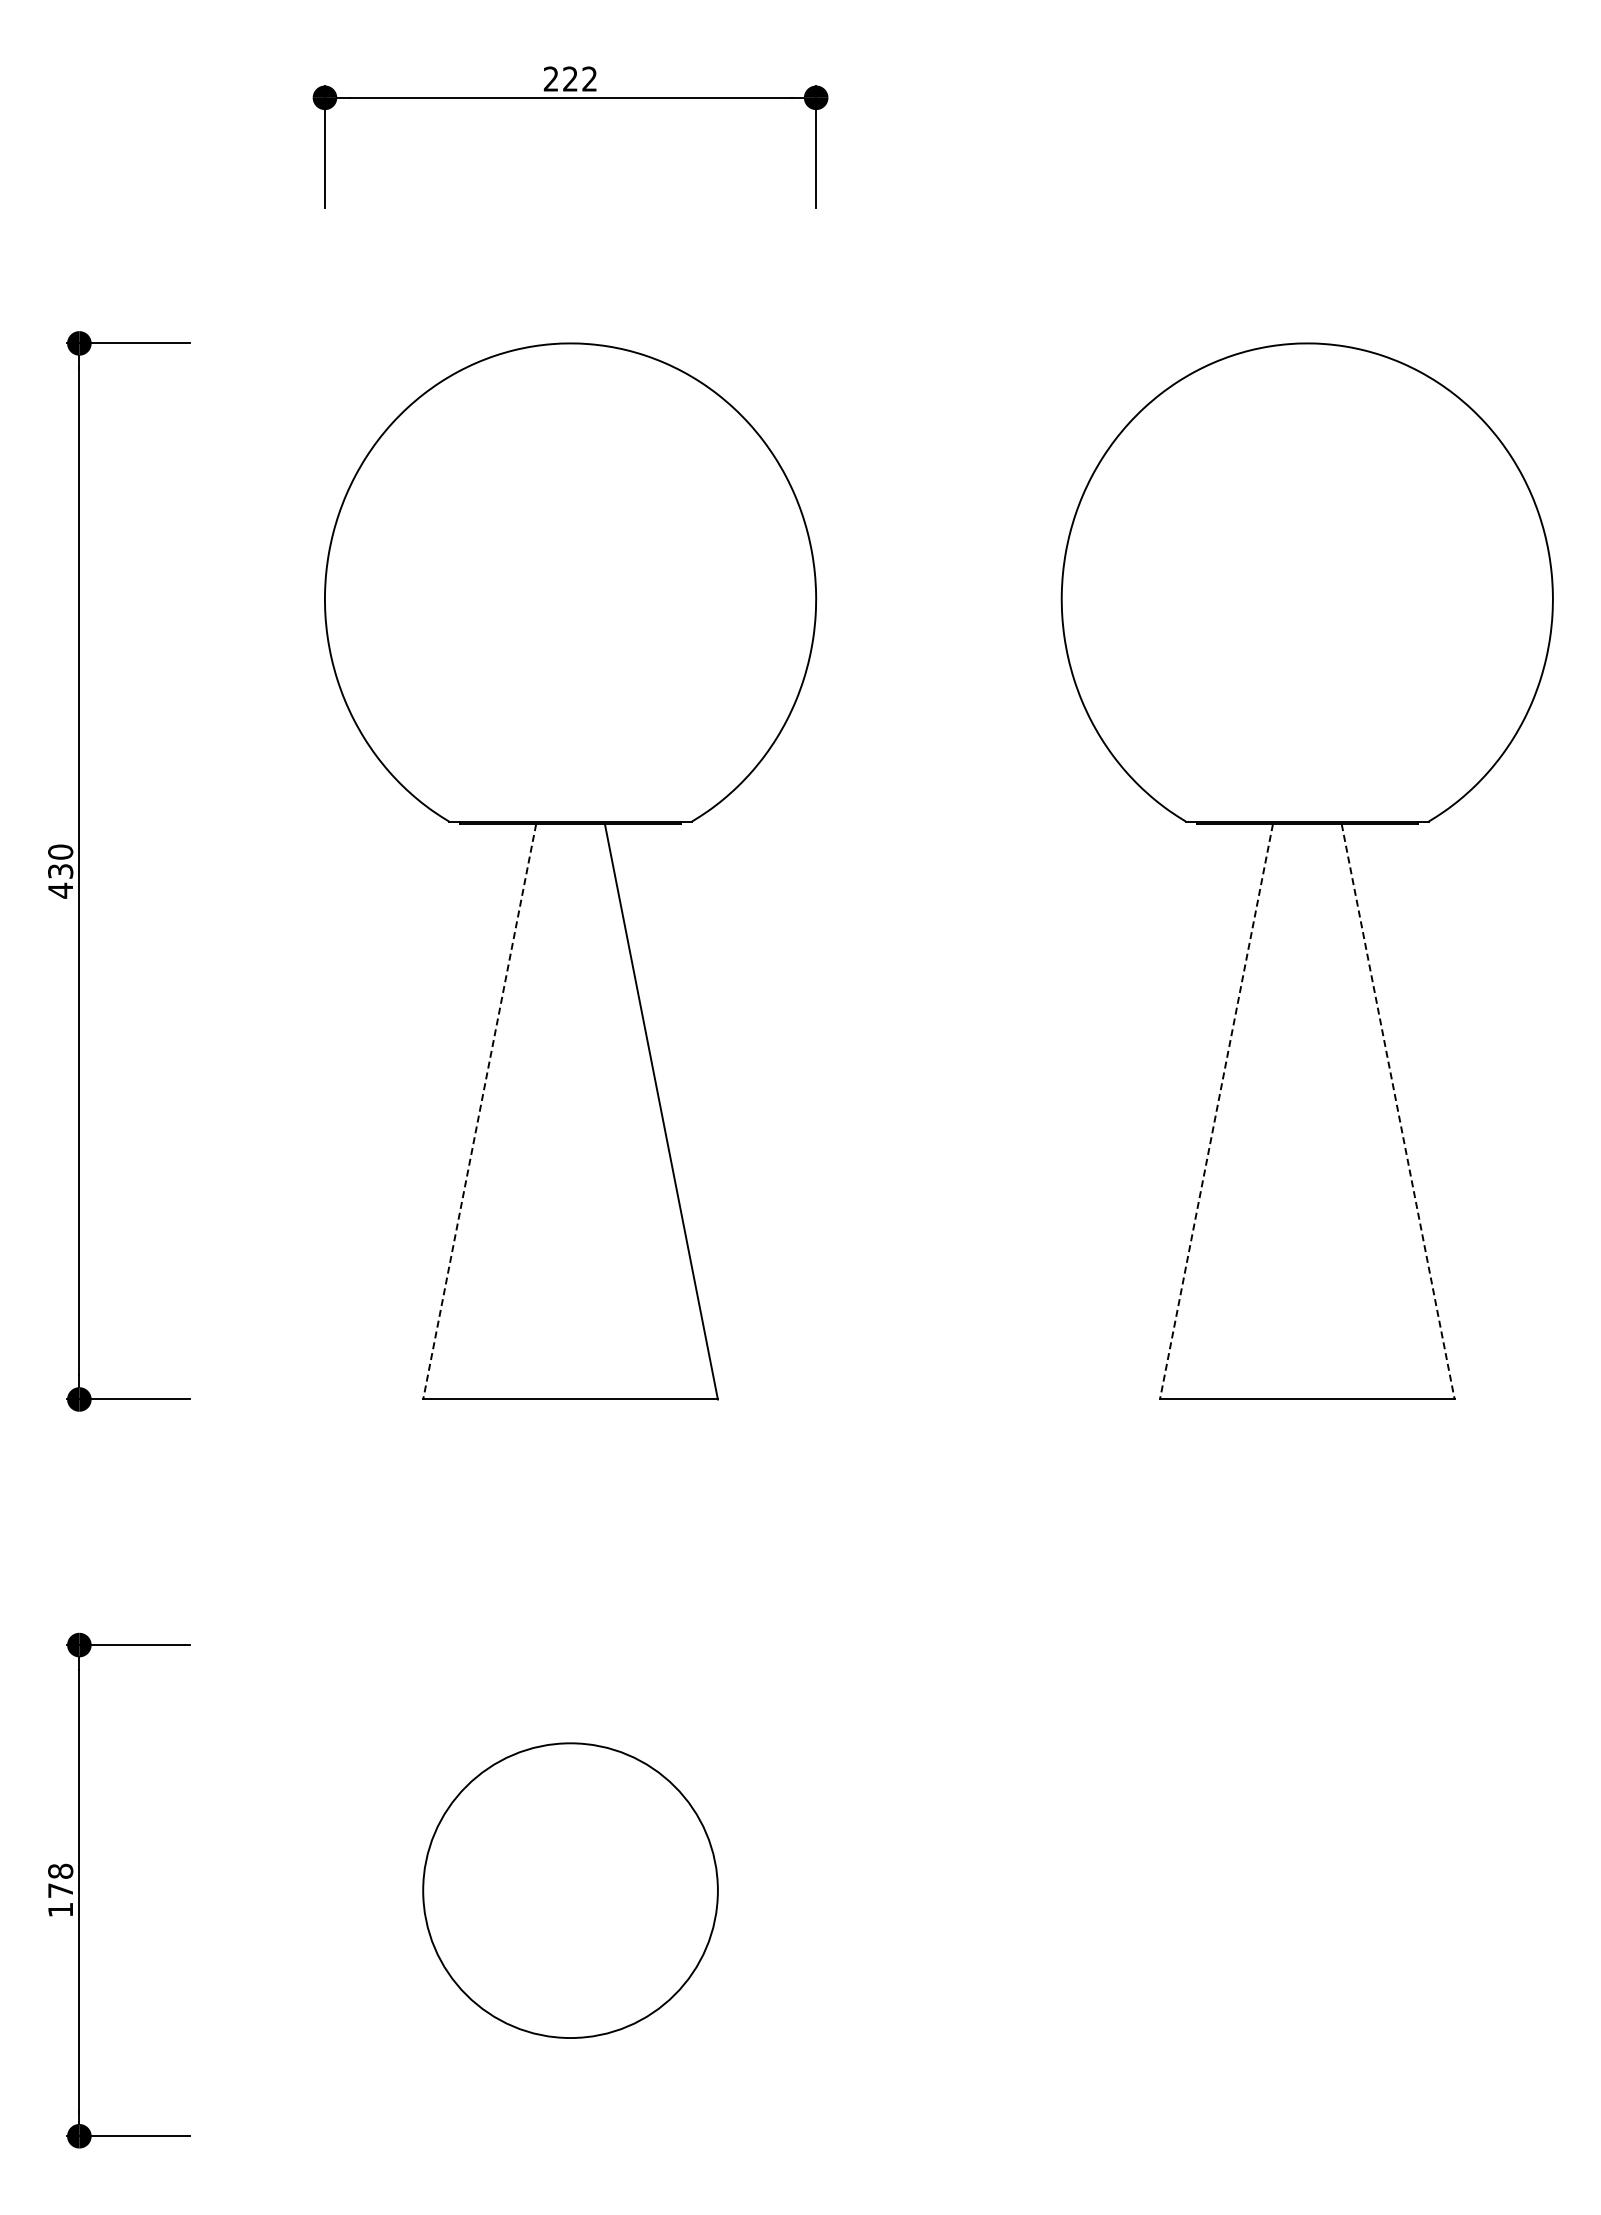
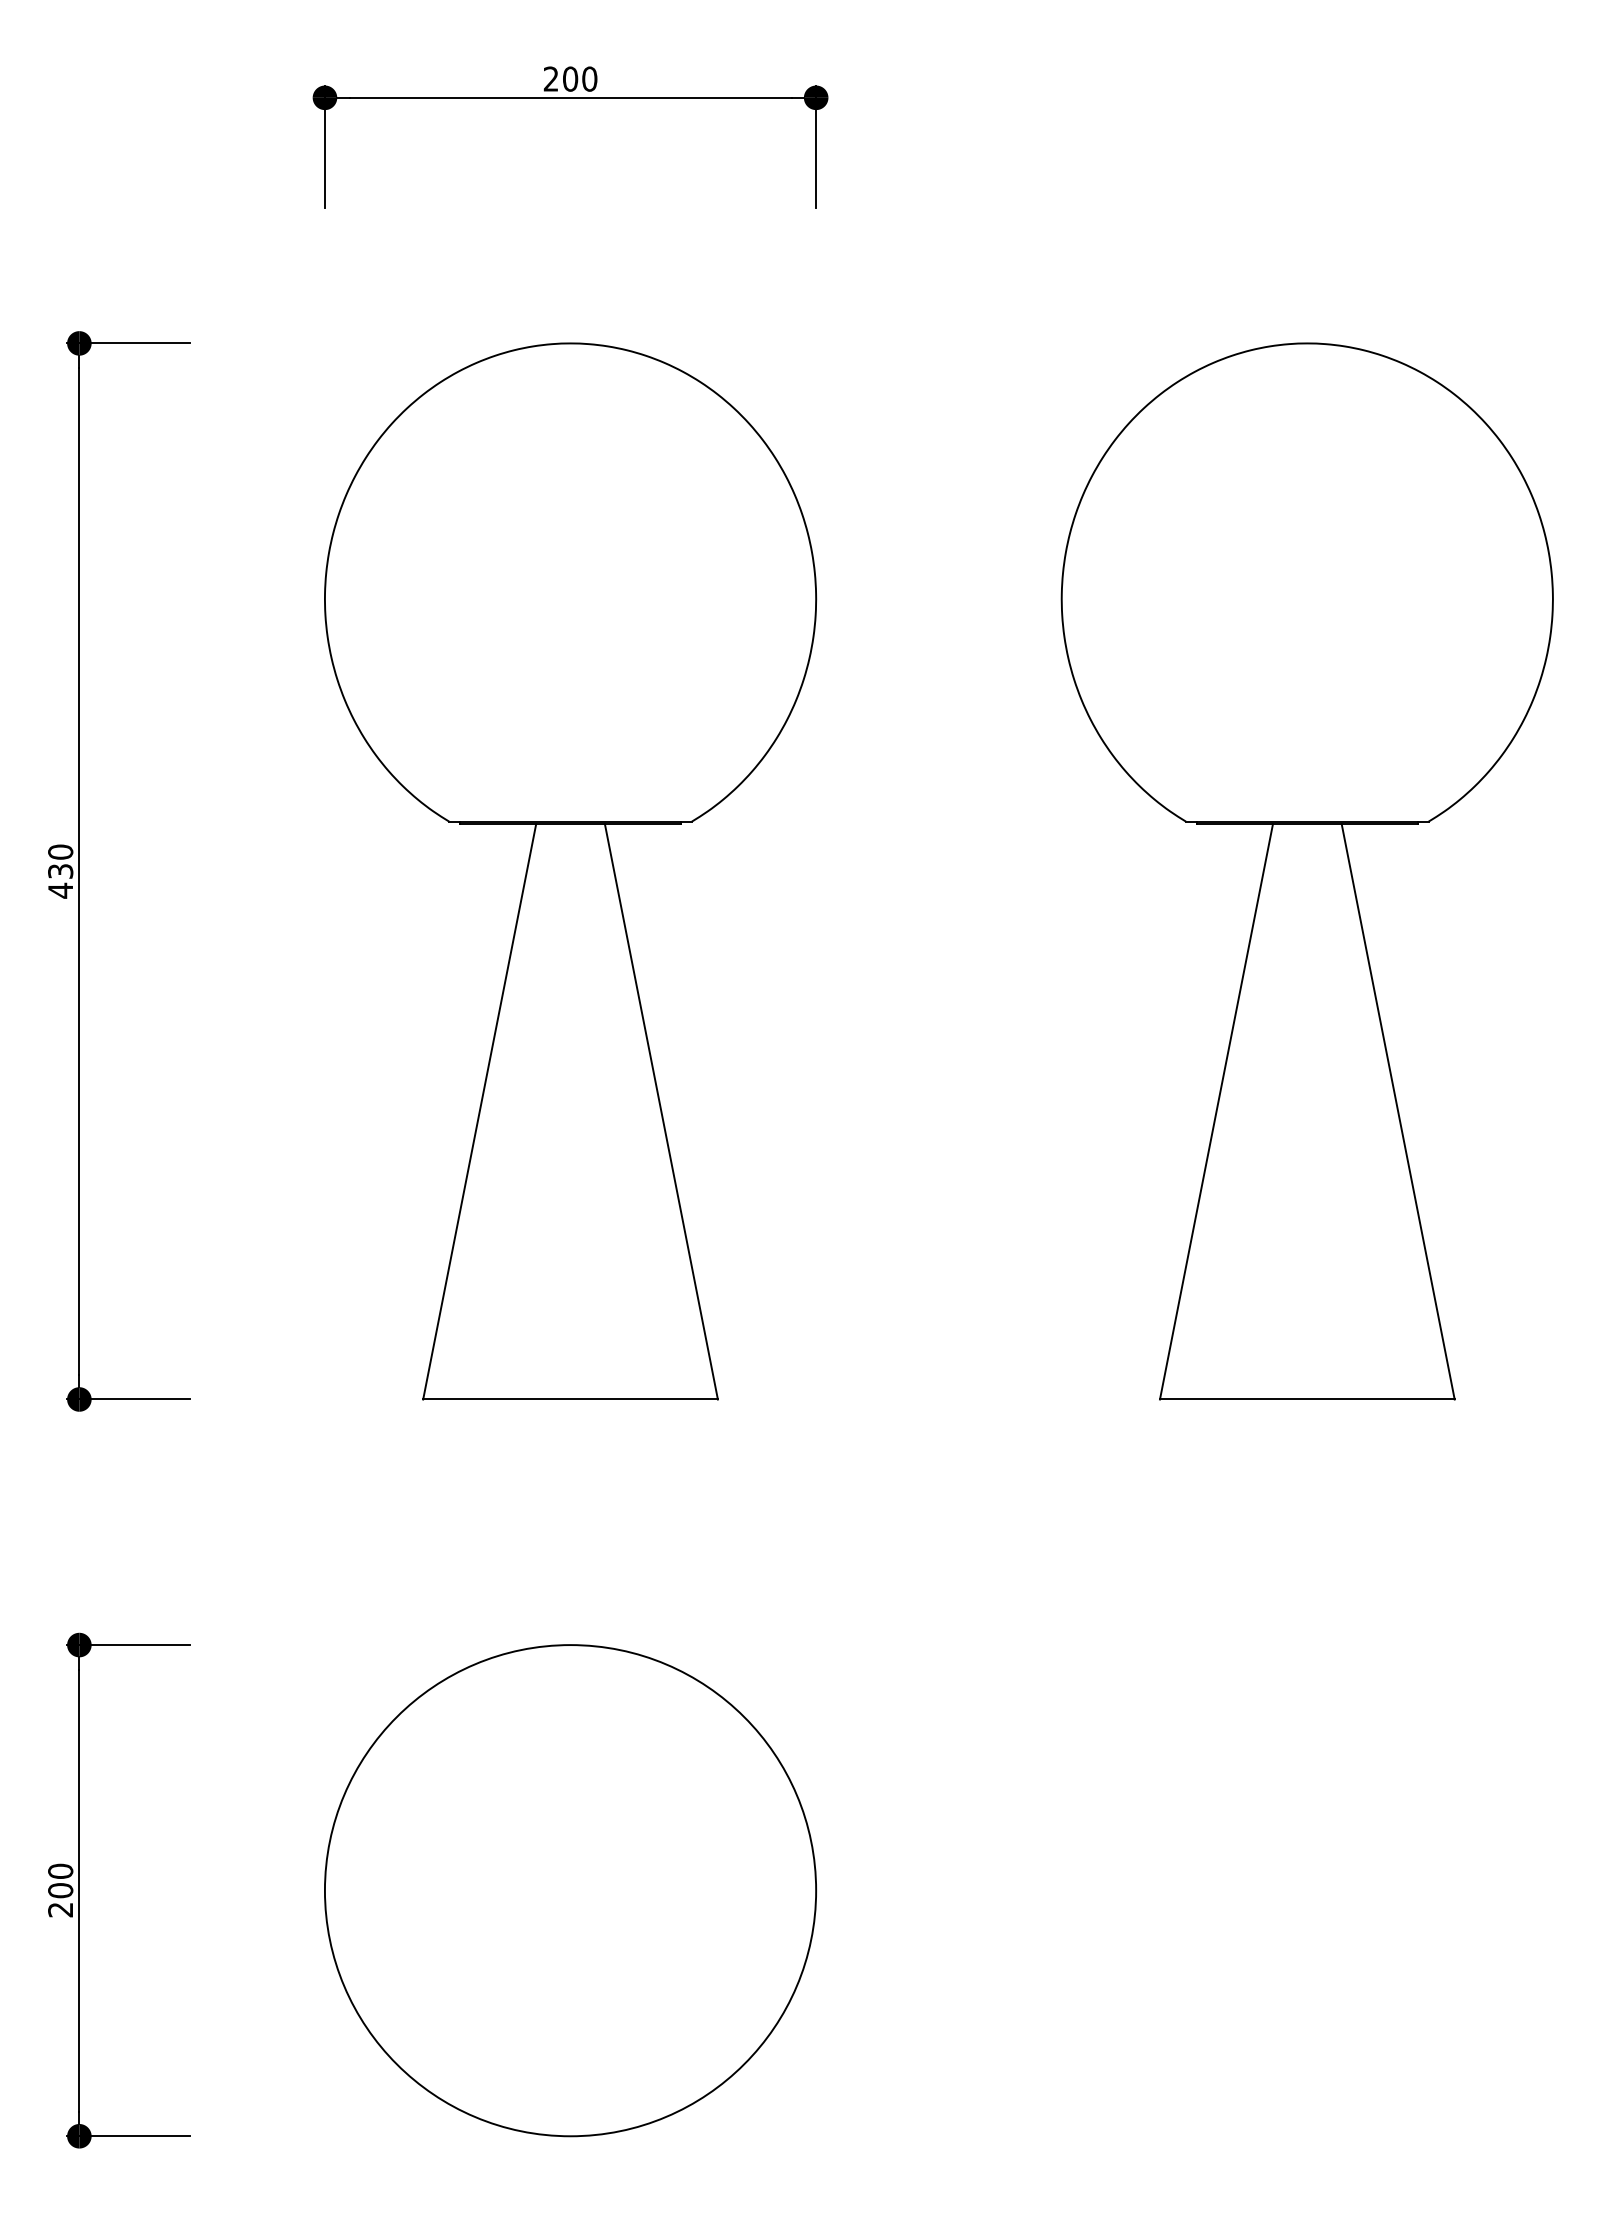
text at (580, 78): 222 -> 200
line at (479, 1112): dashed -> solid
line at (1216, 1112): dashed -> solid
line at (1398, 1112): dashed -> solid
text at (60, 1890): 178 -> 200
circle at (570, 1890) diameter: 295 px -> 491 px
